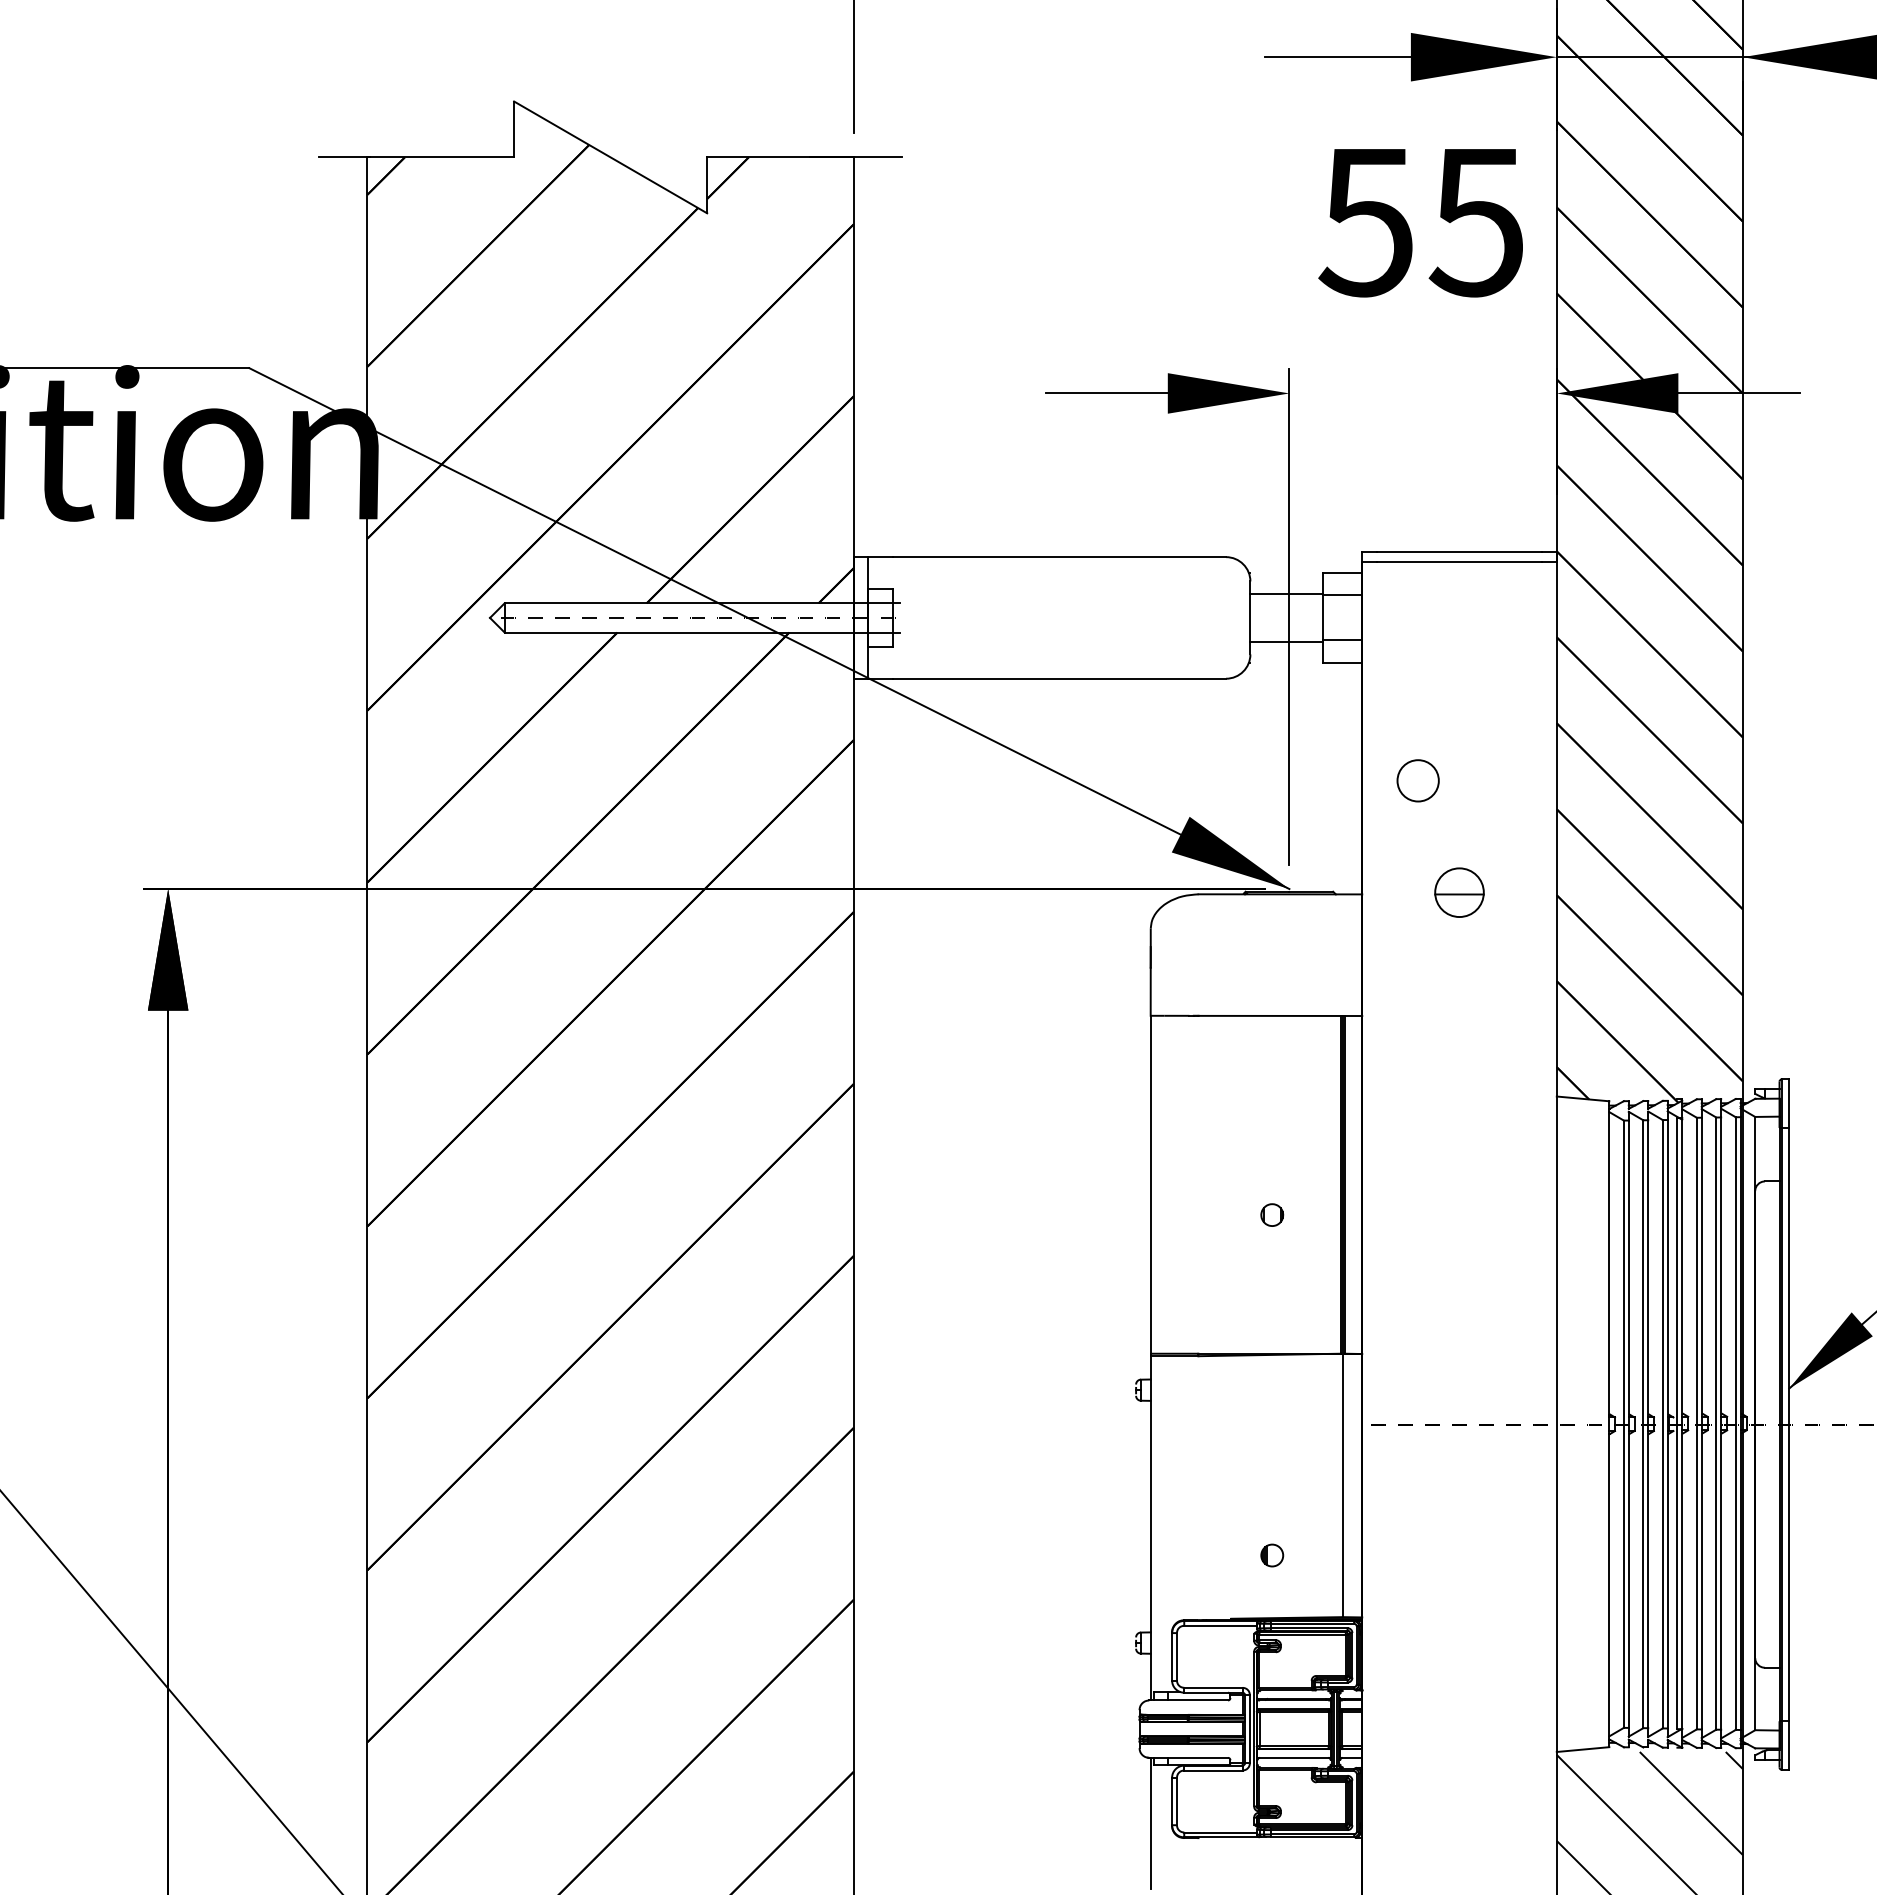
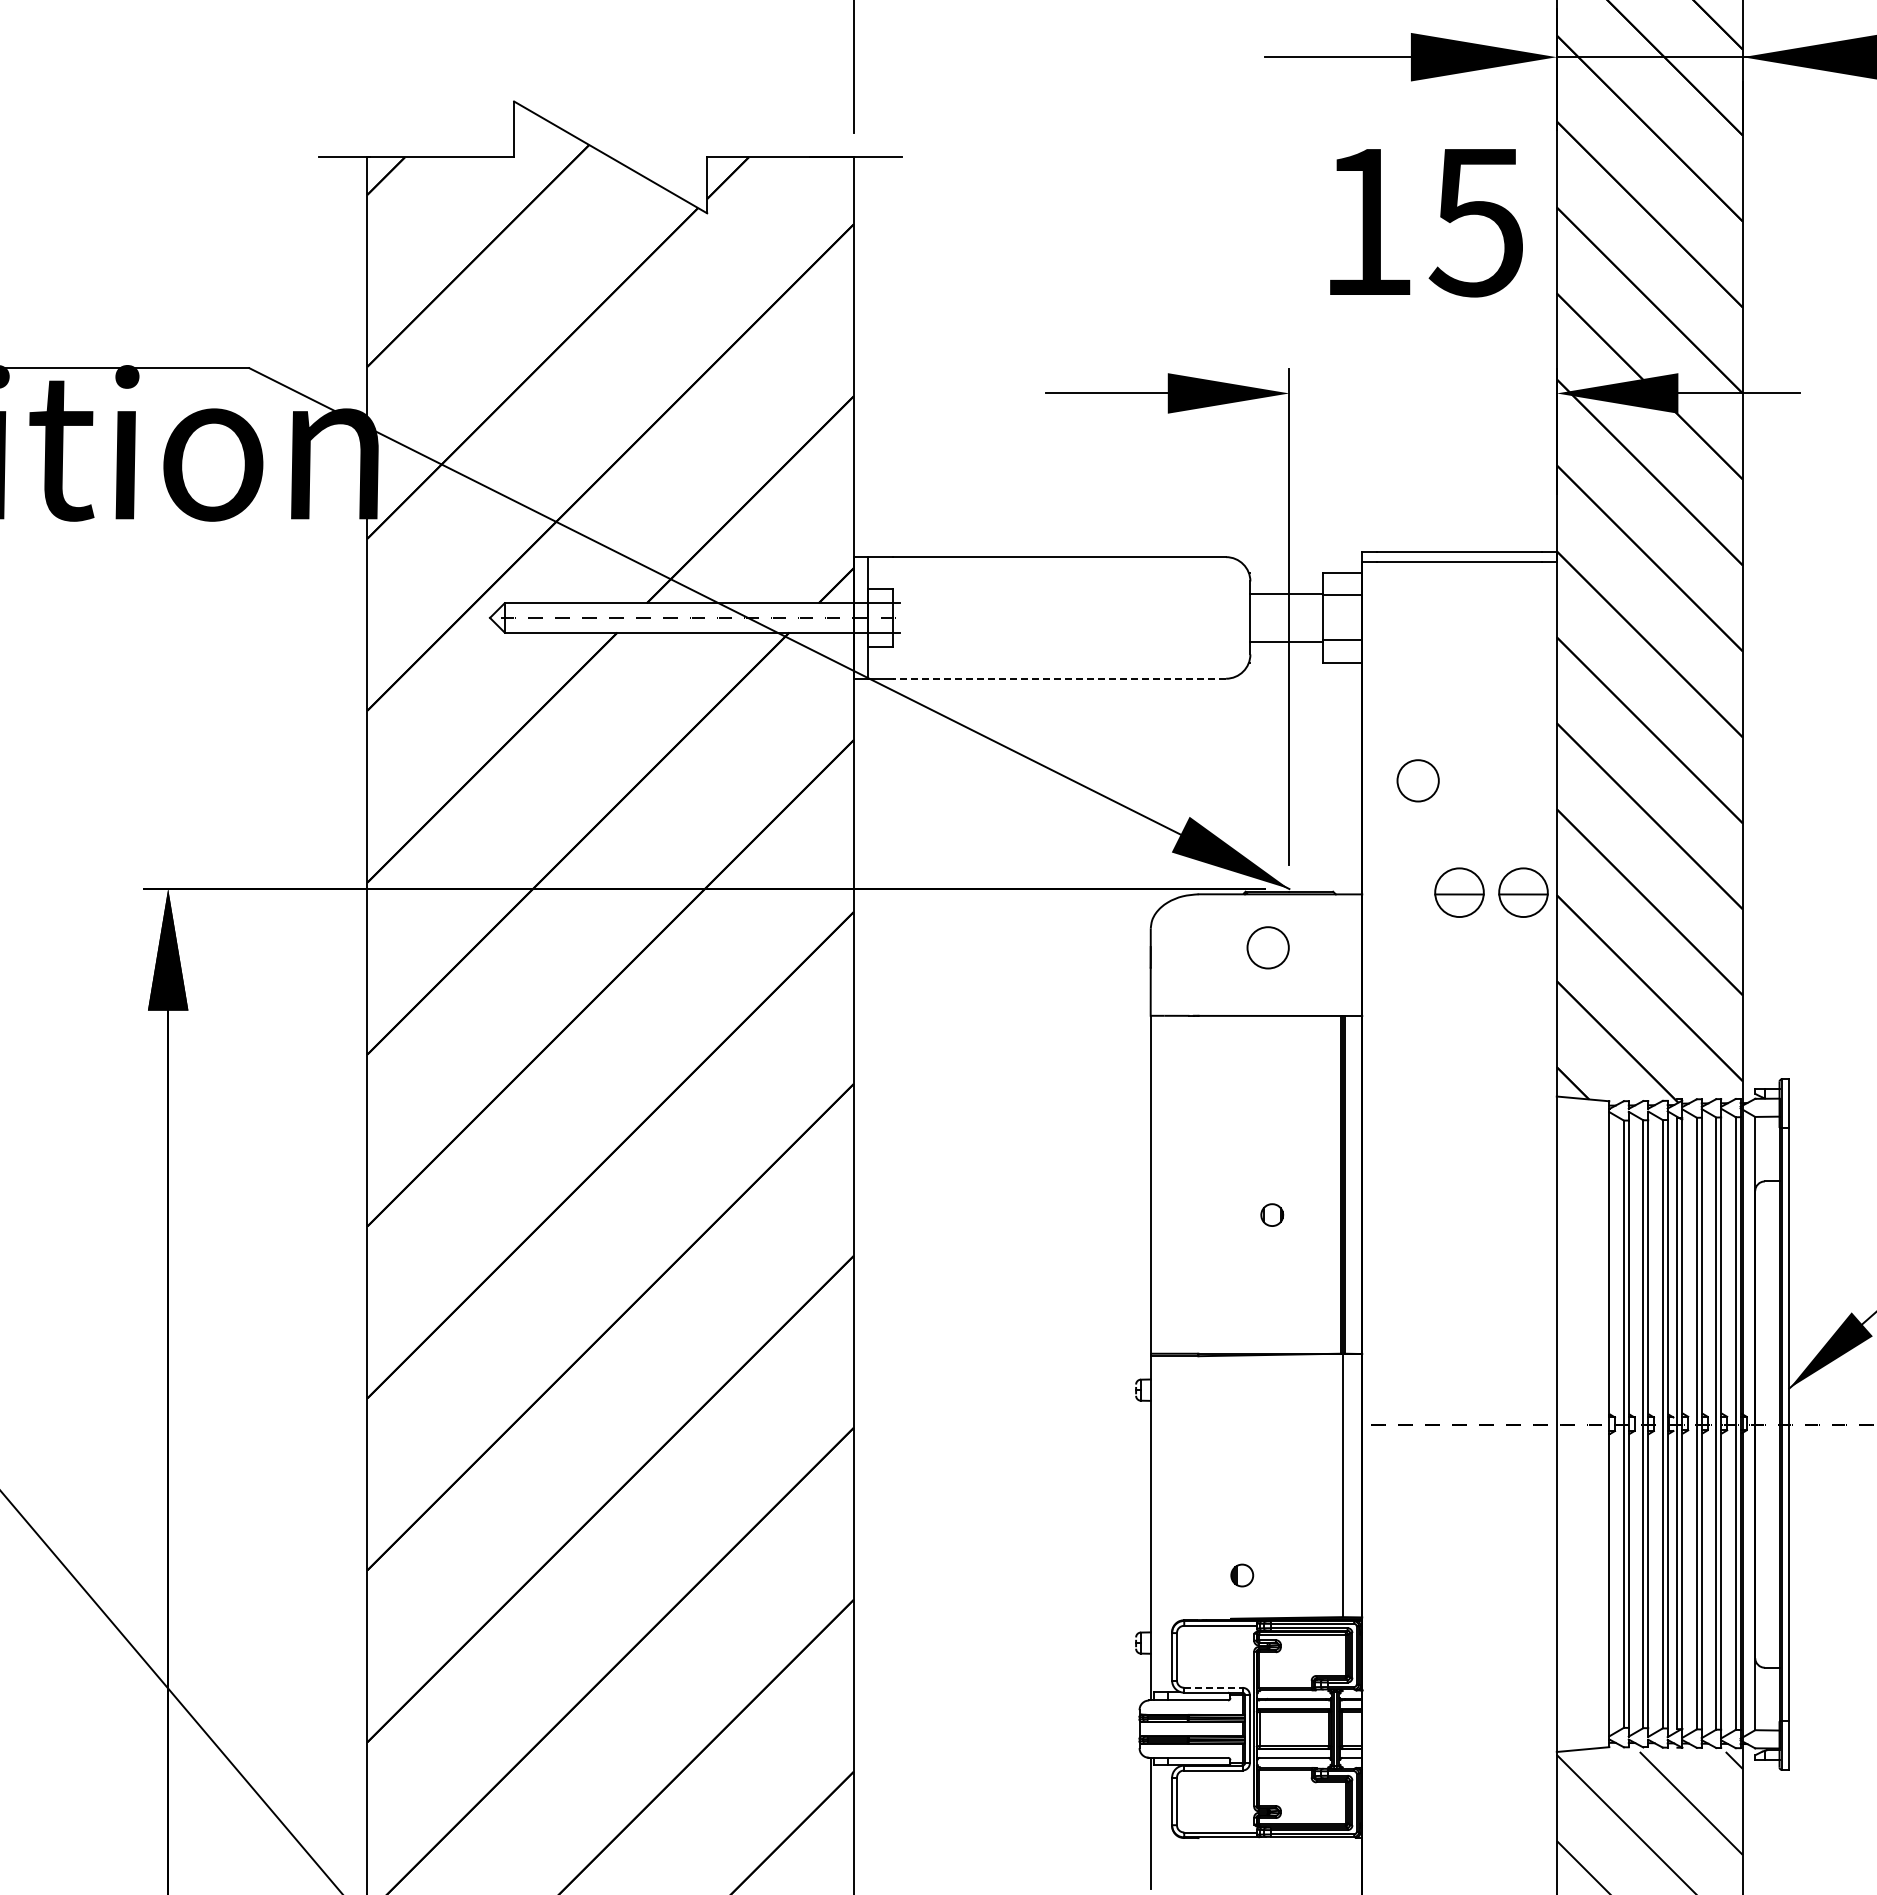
text at (1365, 223): 55 -> 15
line at (1059, 678): solid -> dashed
part at (1523, 892): none -> present
circle at (1267, 947): none -> present
part at (1272, 1555) position: (1272, 1555) -> (1242, 1575)
line at (1213, 1687): solid -> dashed
